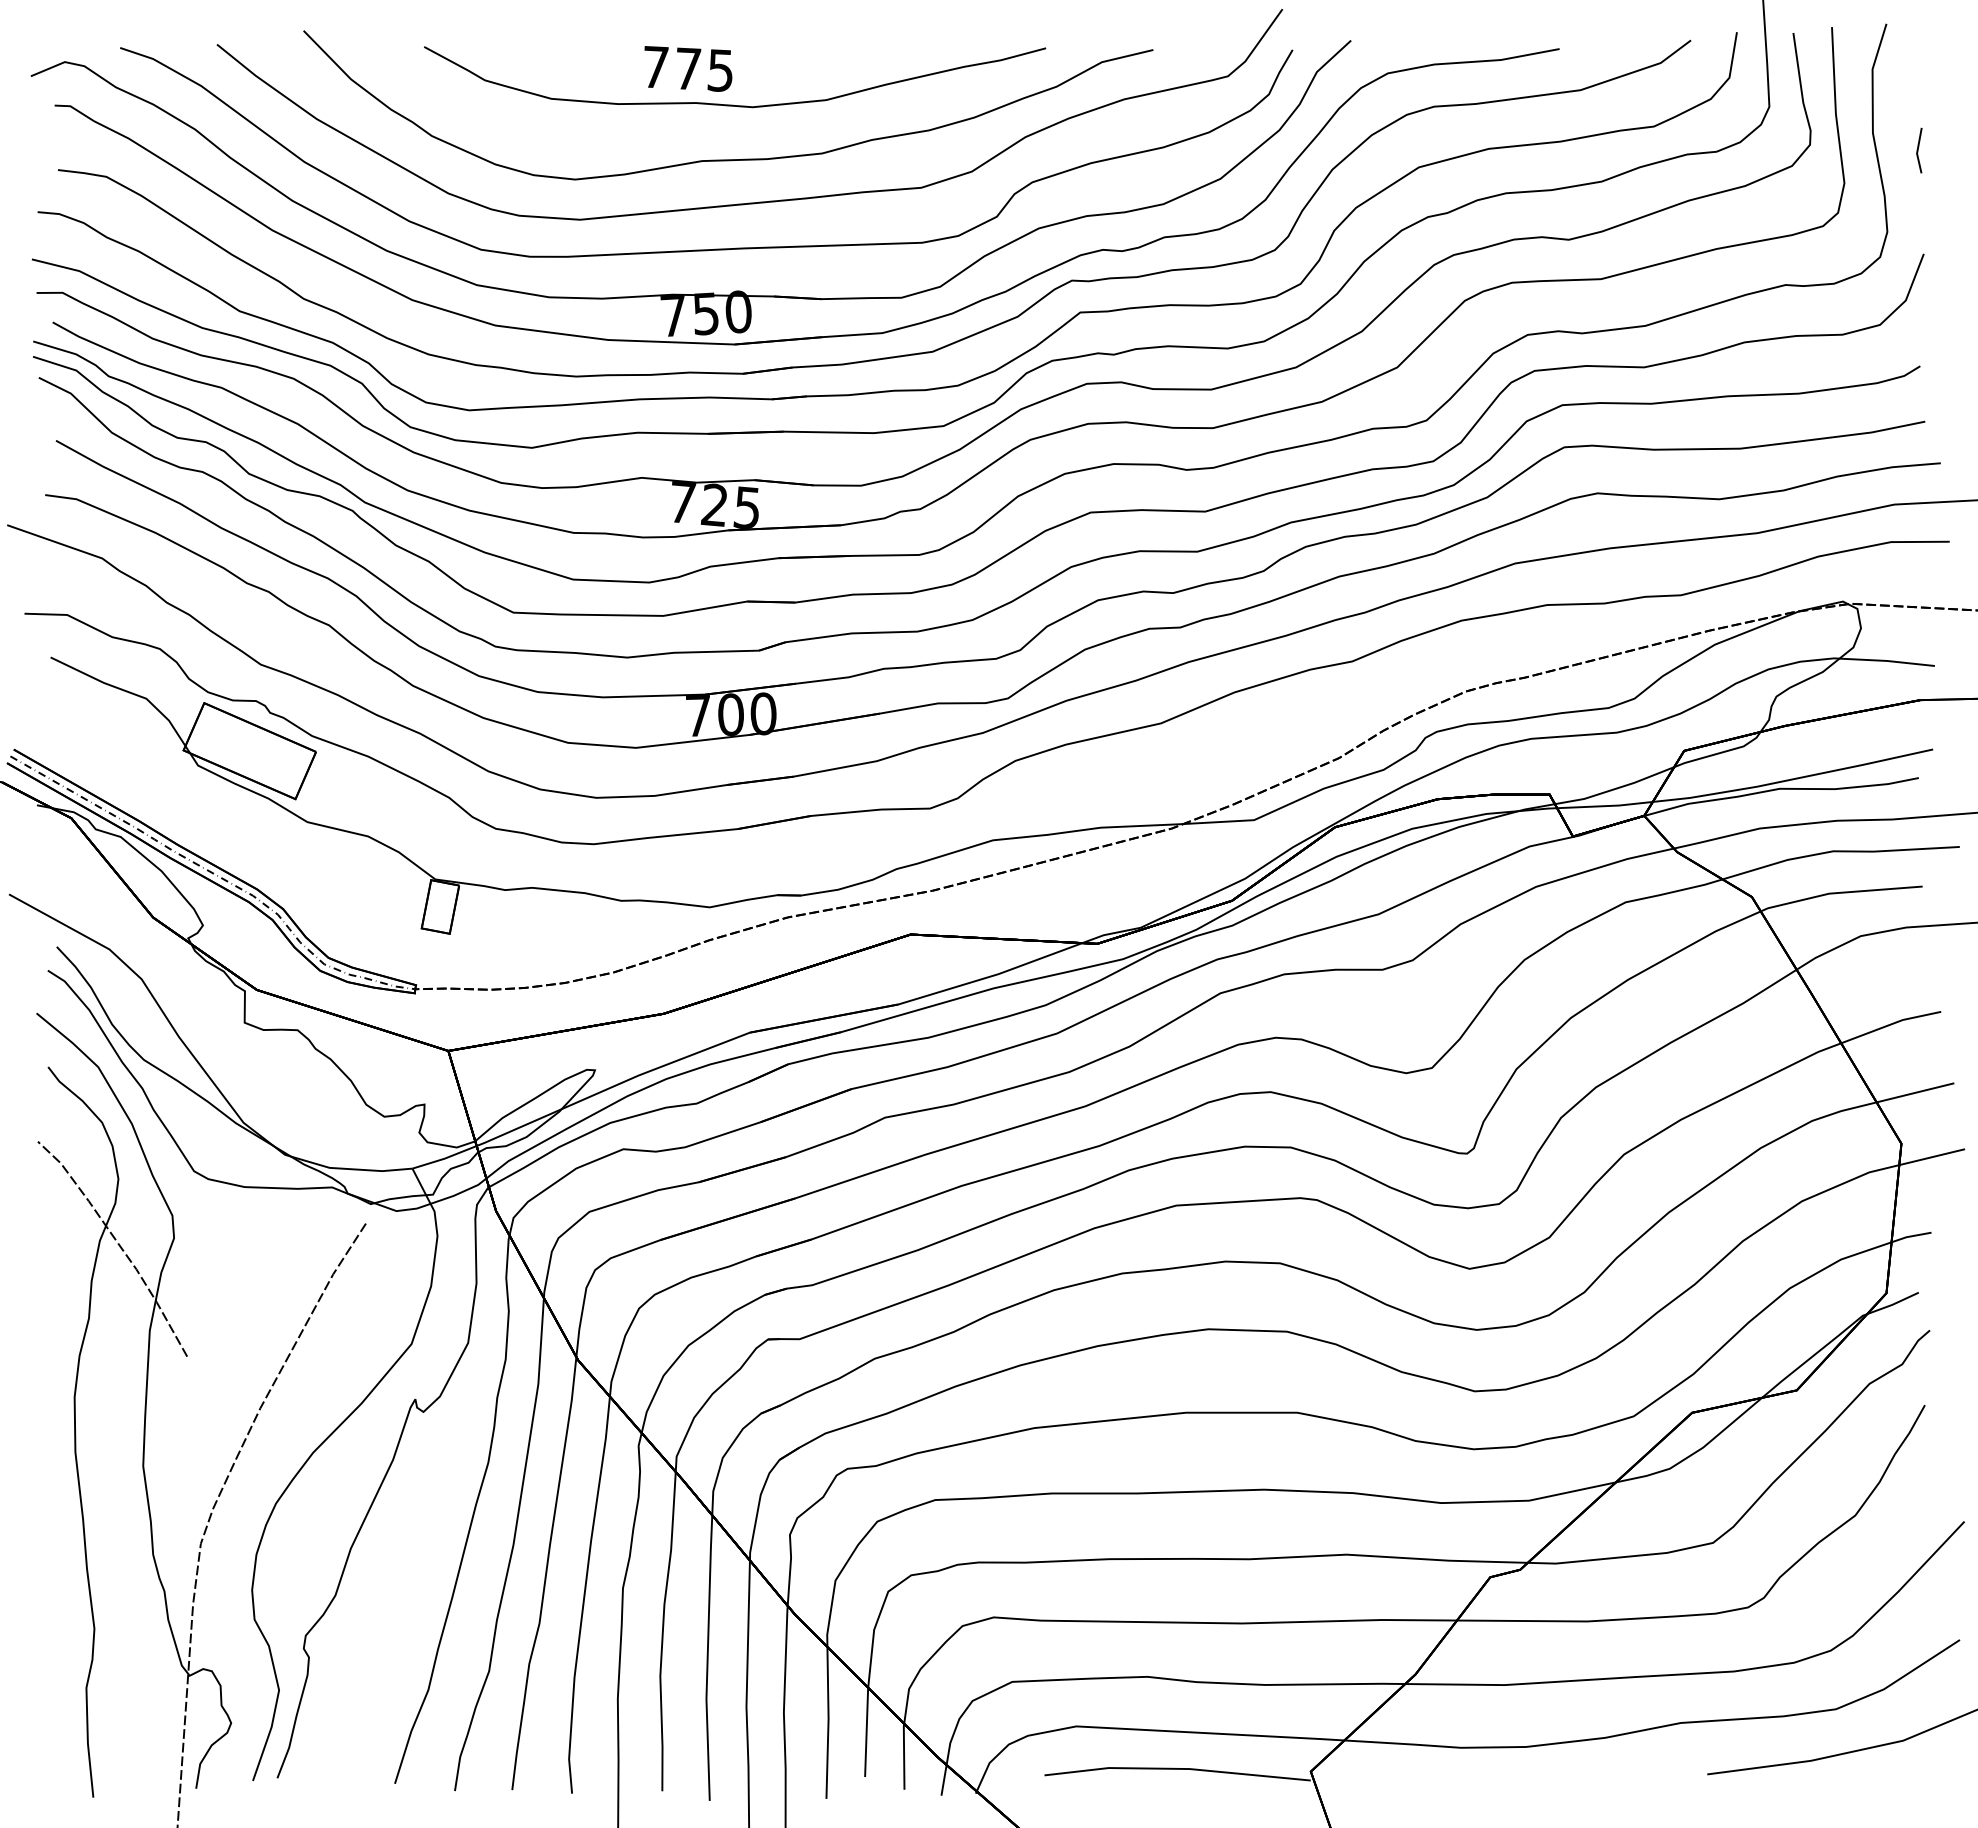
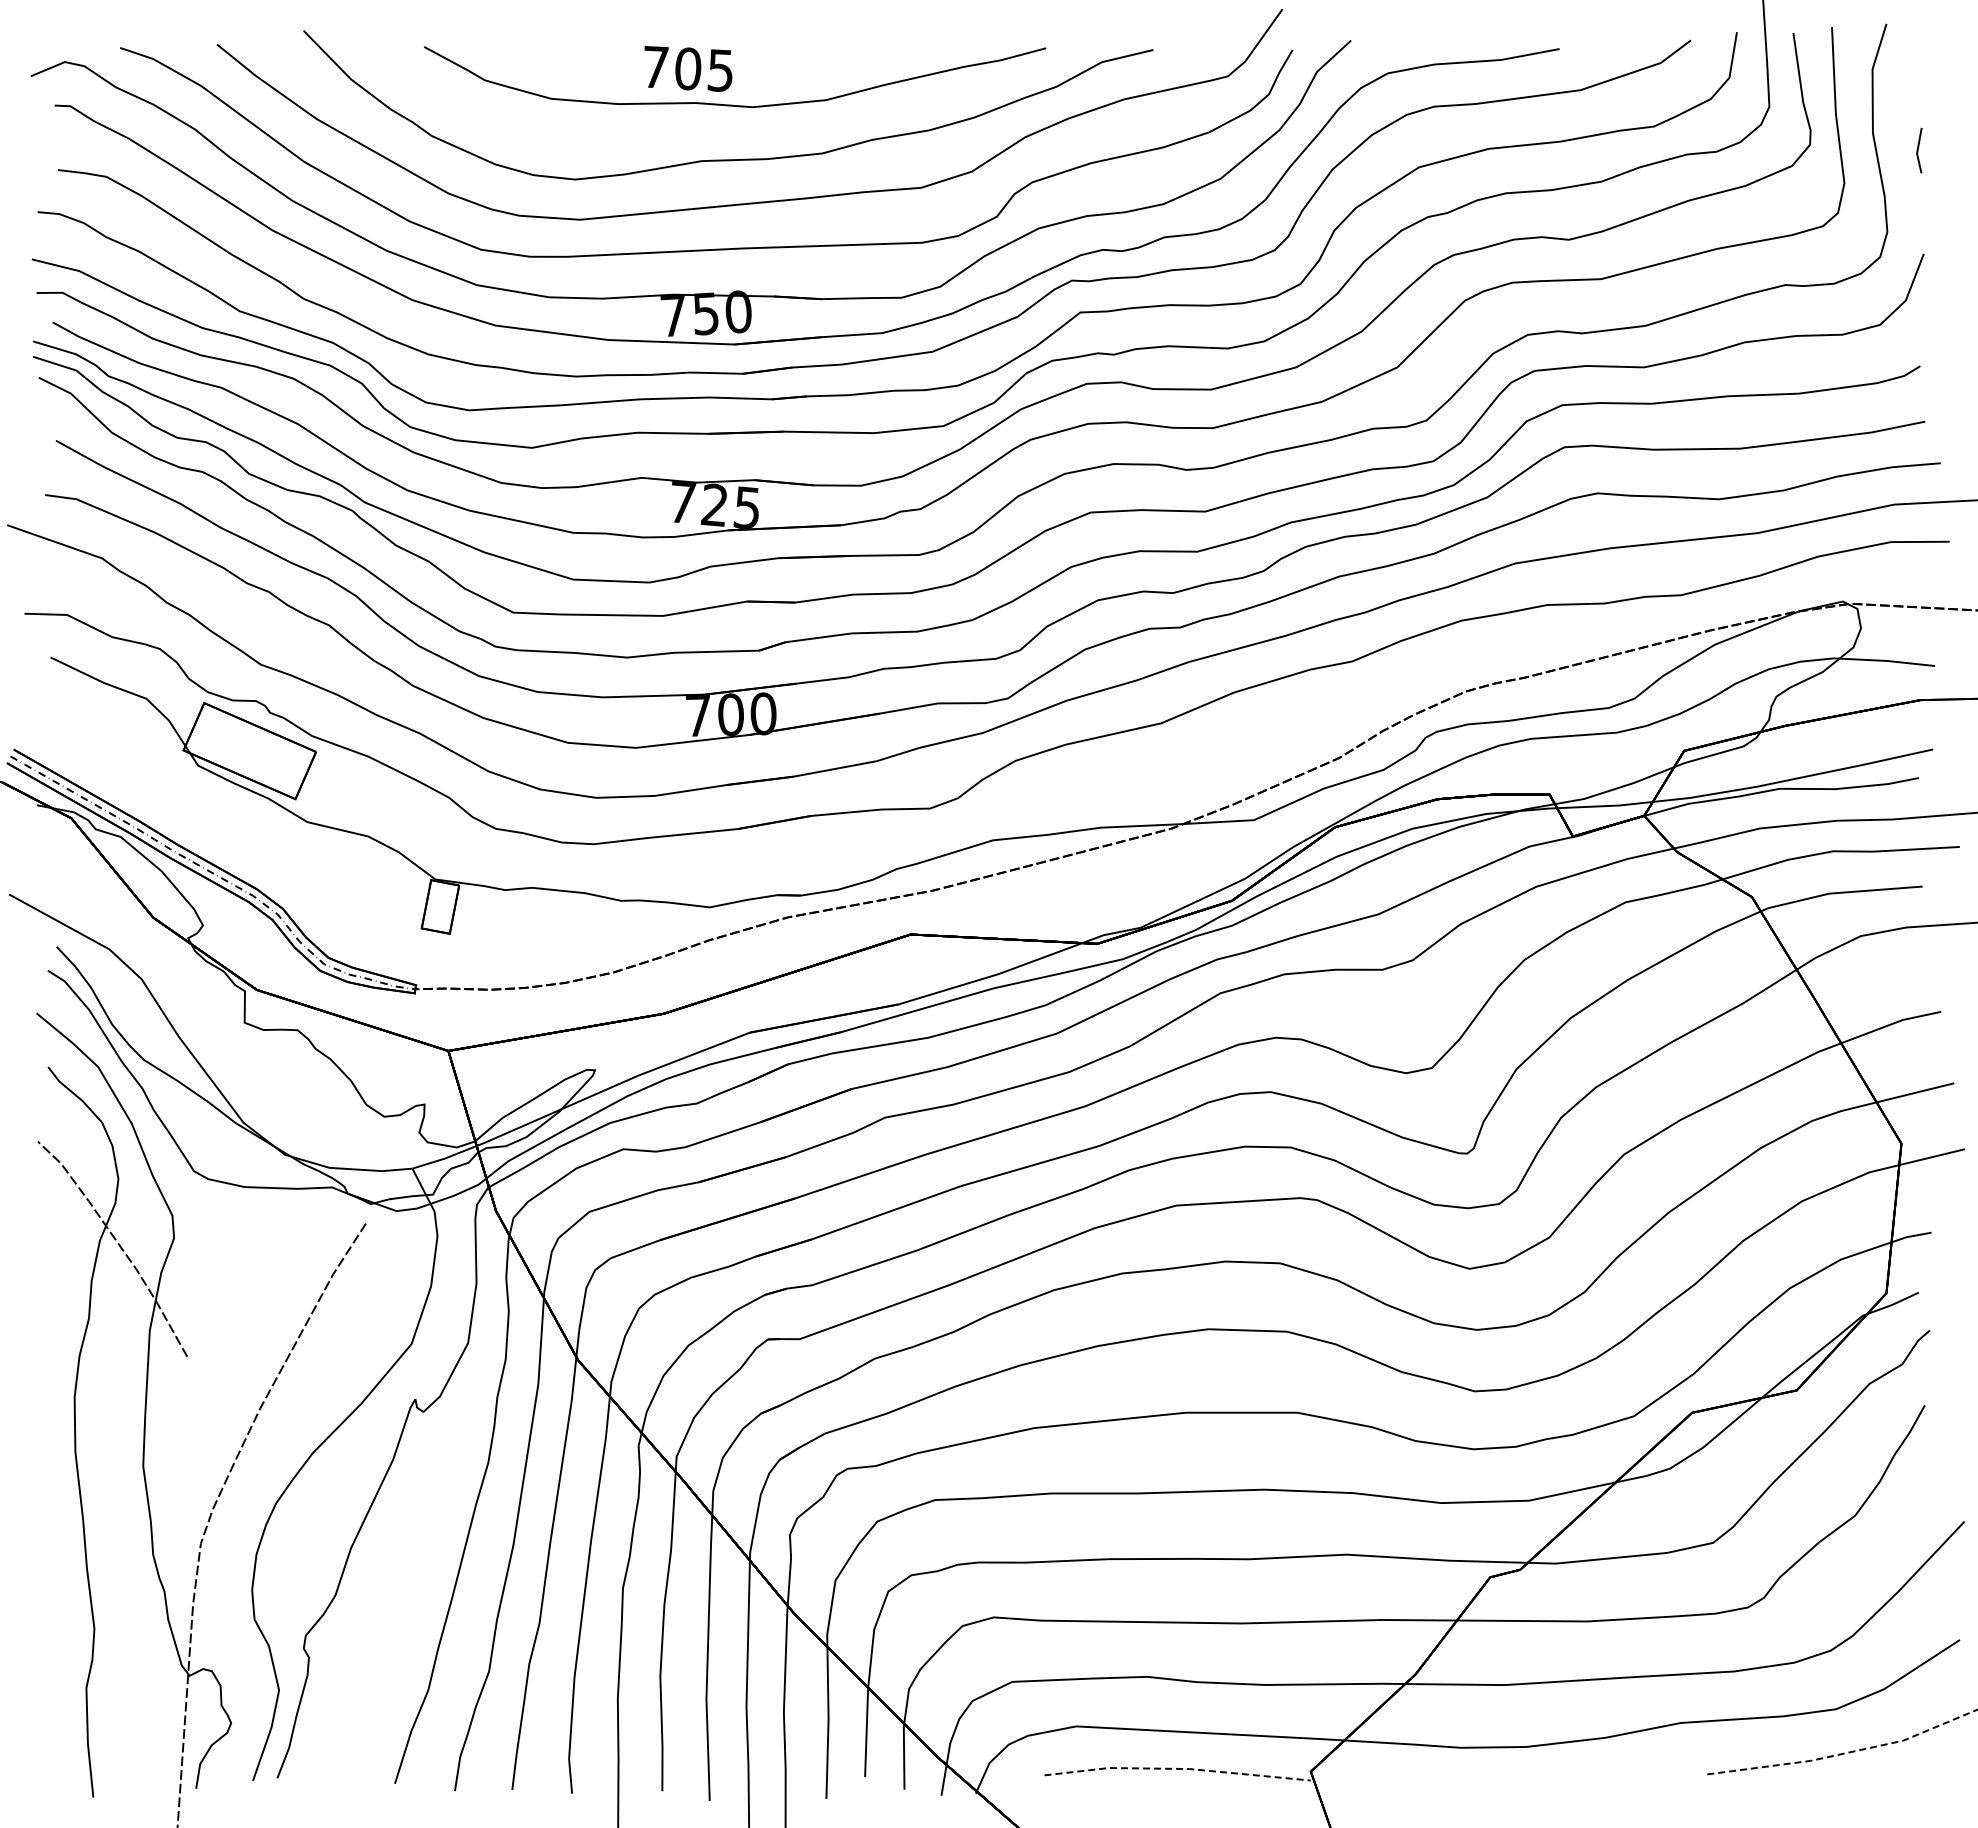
text at (688, 68): 775 -> 705
line at (1845, 1753): solid -> dashed
line at (1177, 1768): solid -> dashed
